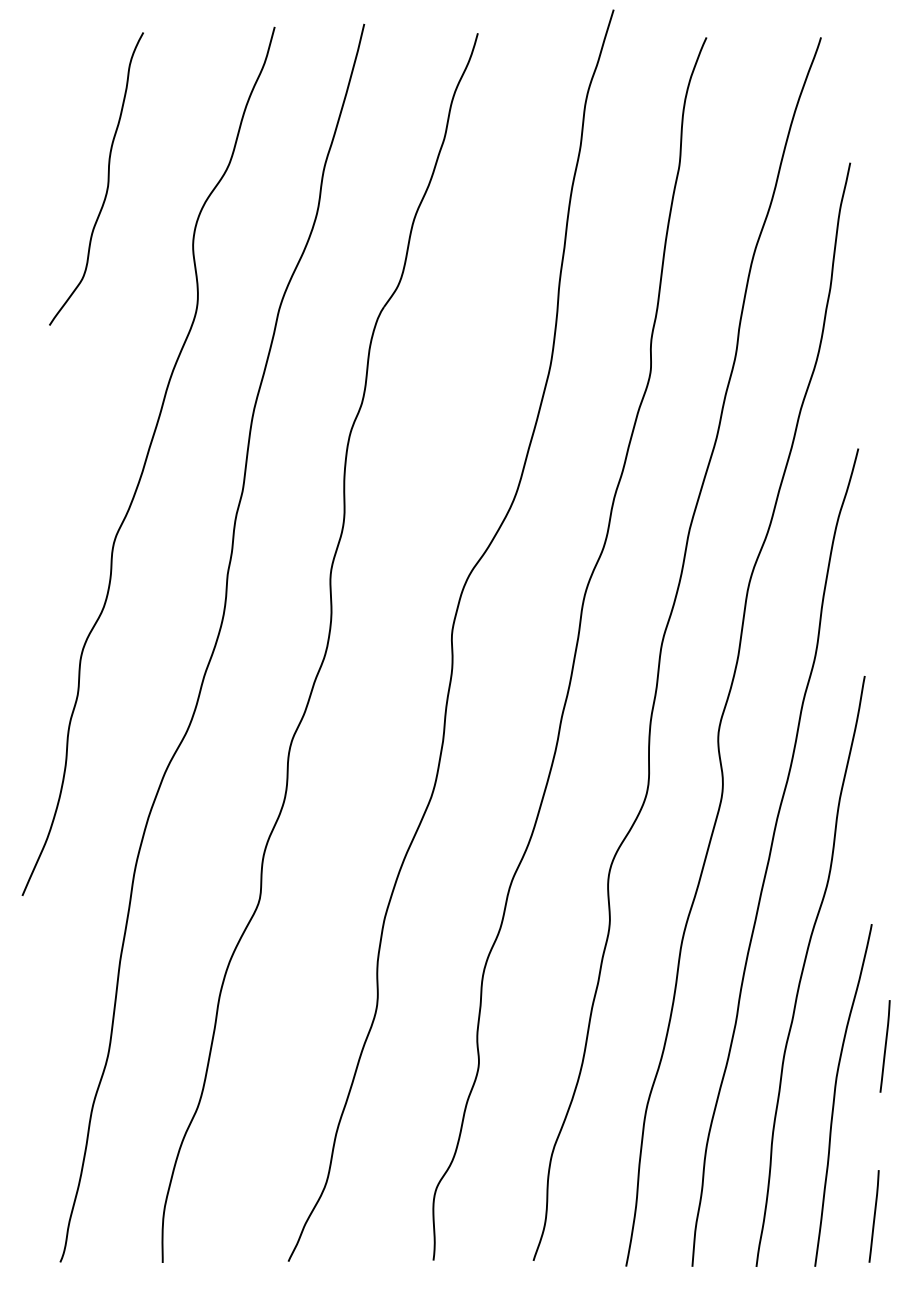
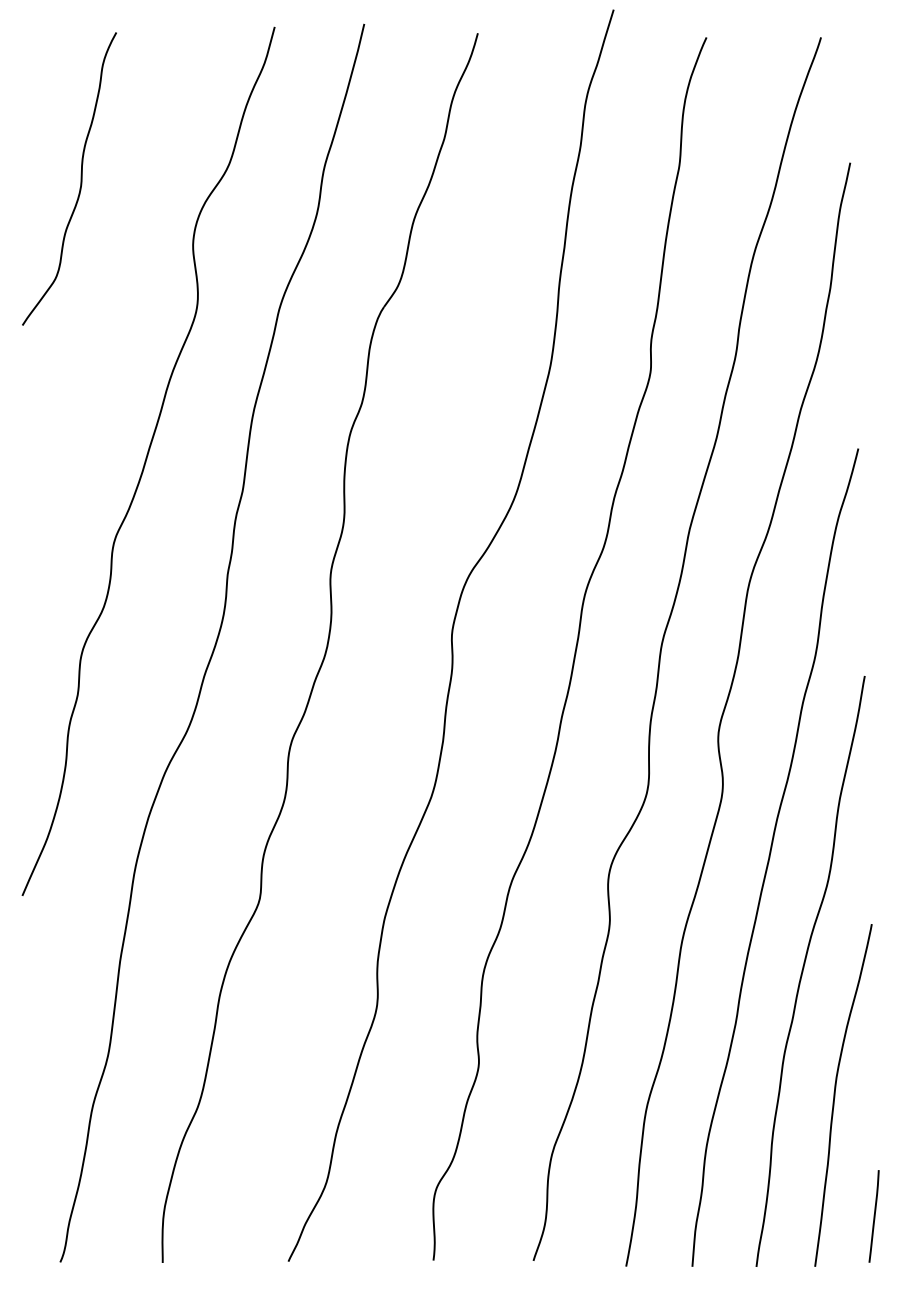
curve at (107, 178) position: (107, 178) -> (80, 178)
line at (884, 1046): present -> none
